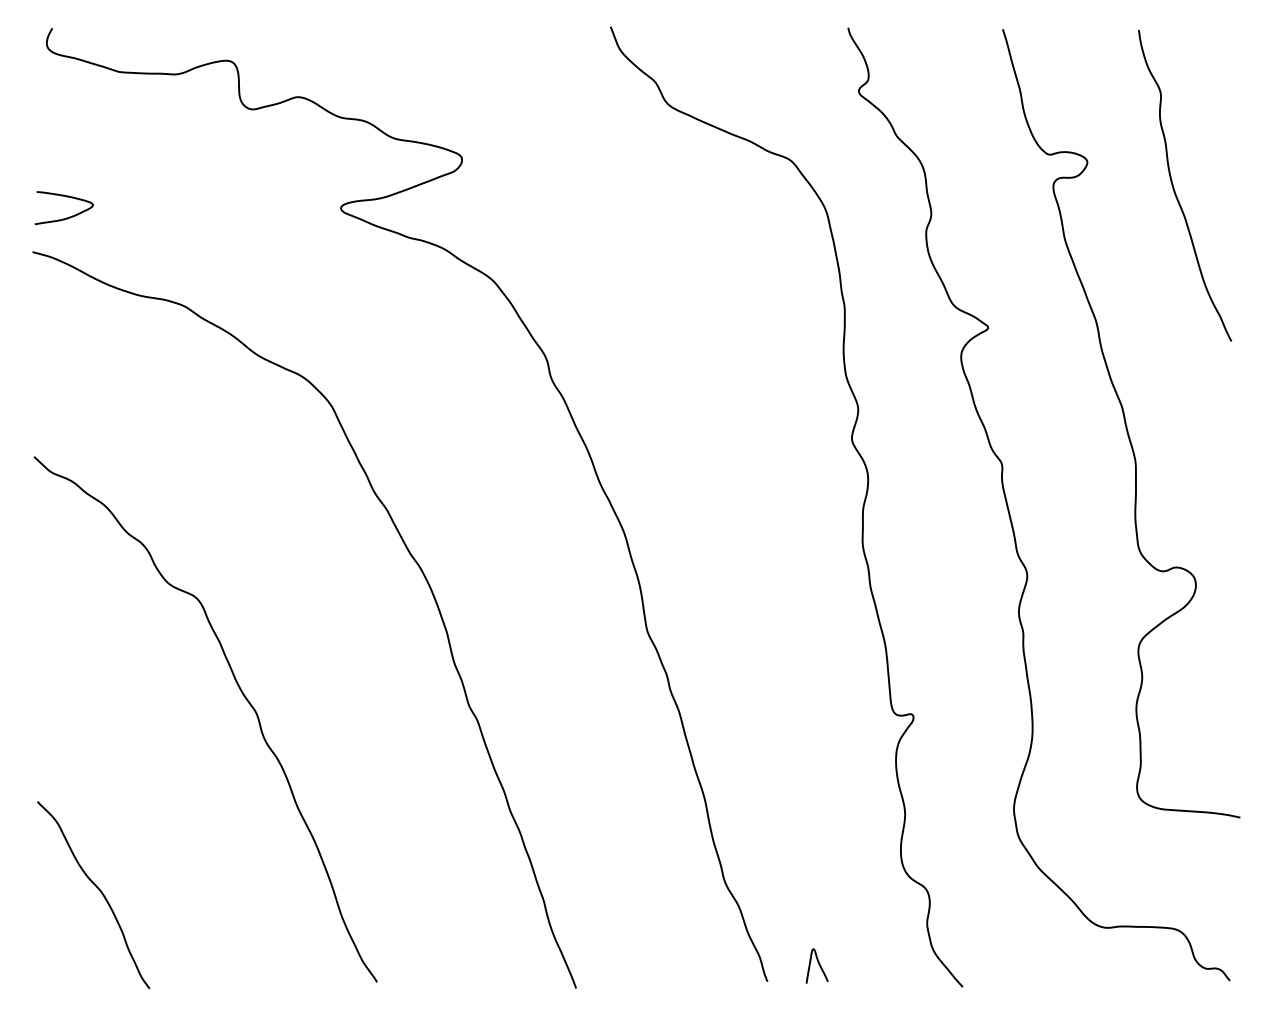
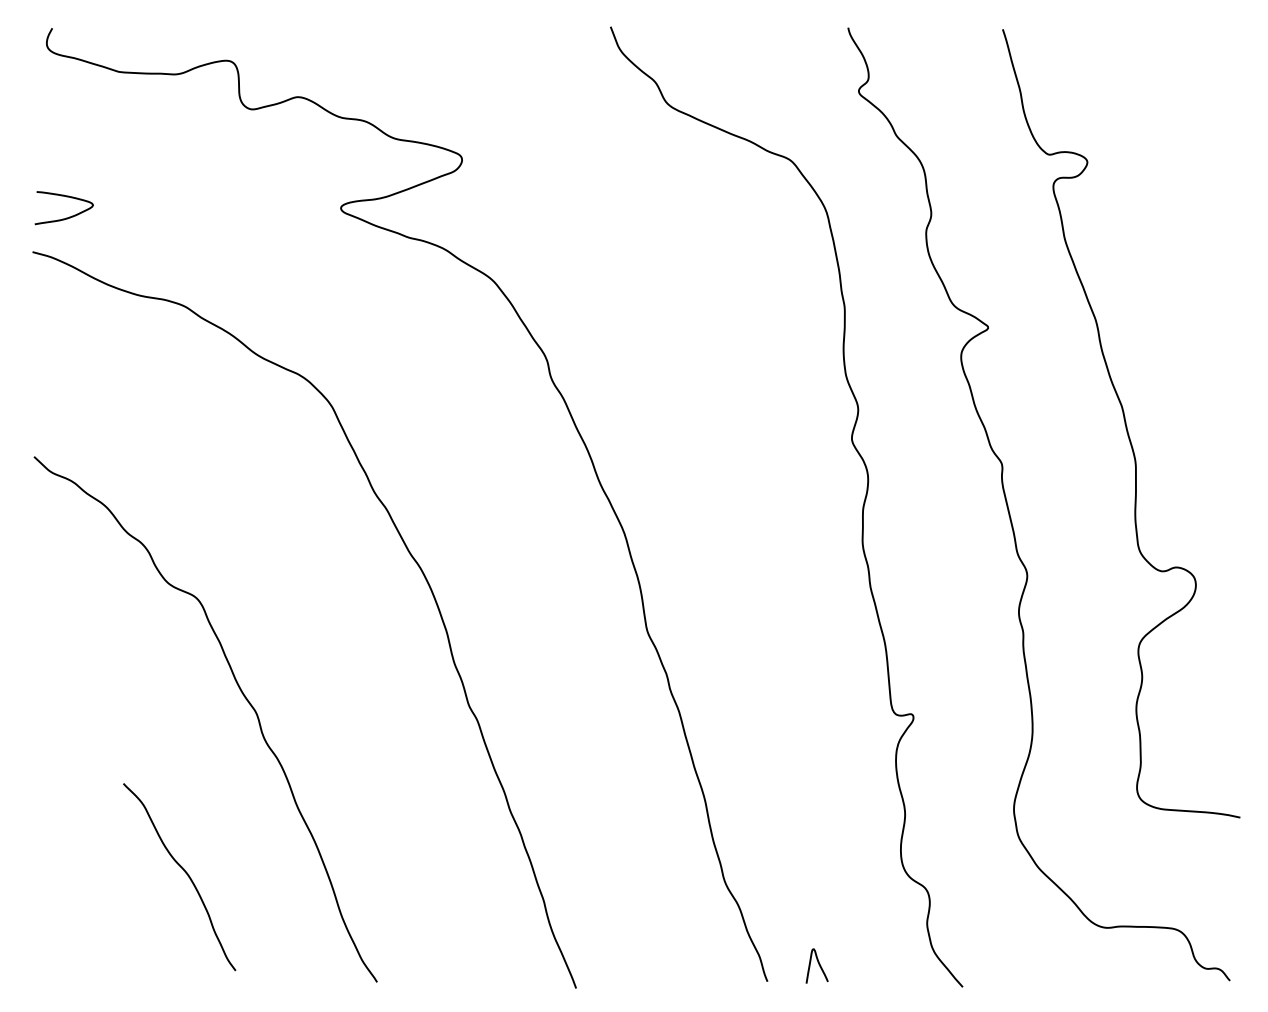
curve at (1174, 187): present -> none
curve at (98, 890) position: (98, 890) -> (184, 872)
